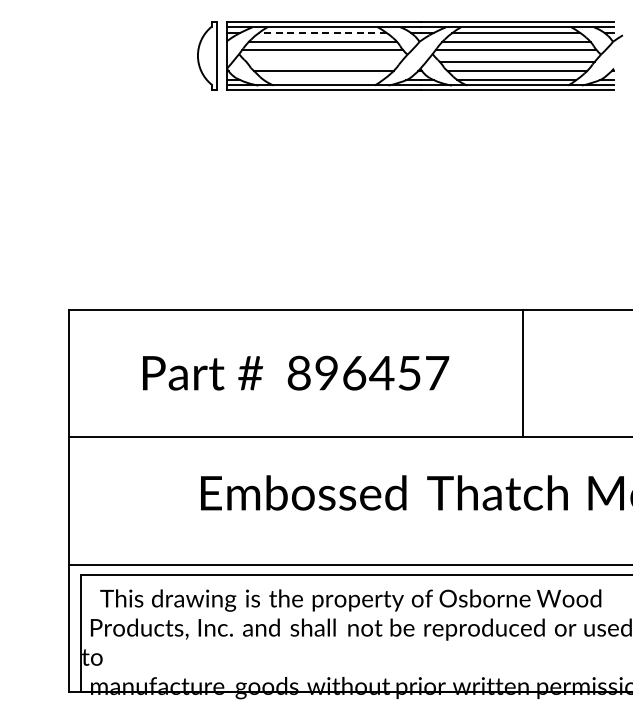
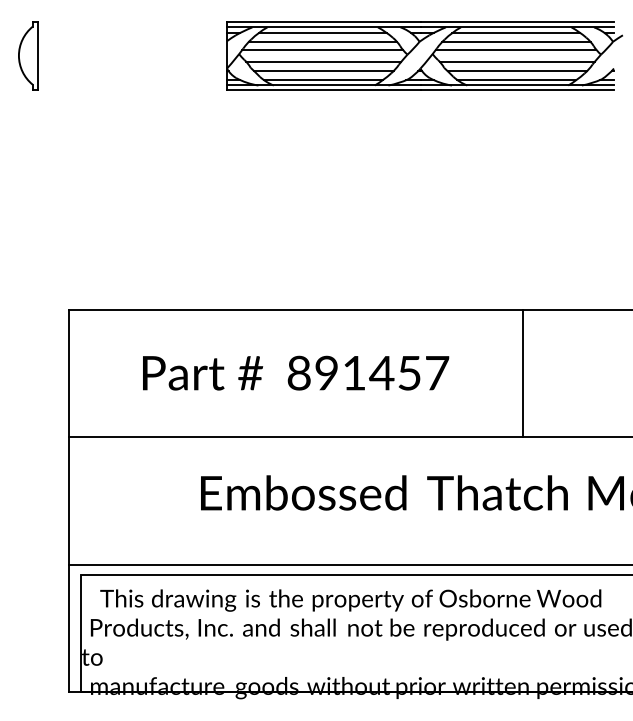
line at (322, 33): dashed -> solid
part at (207, 55) position: (207, 55) -> (28, 55)
line at (323, 61): none -> present
line at (322, 80): none -> present
text at (354, 373): 896457 -> 891457
